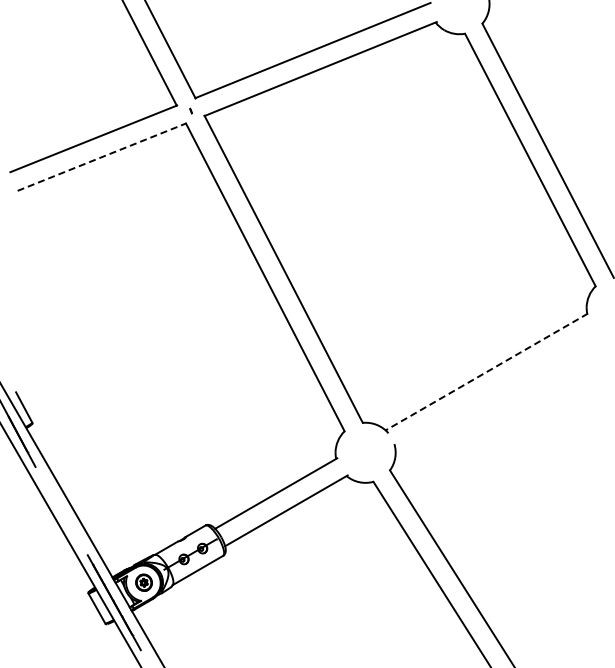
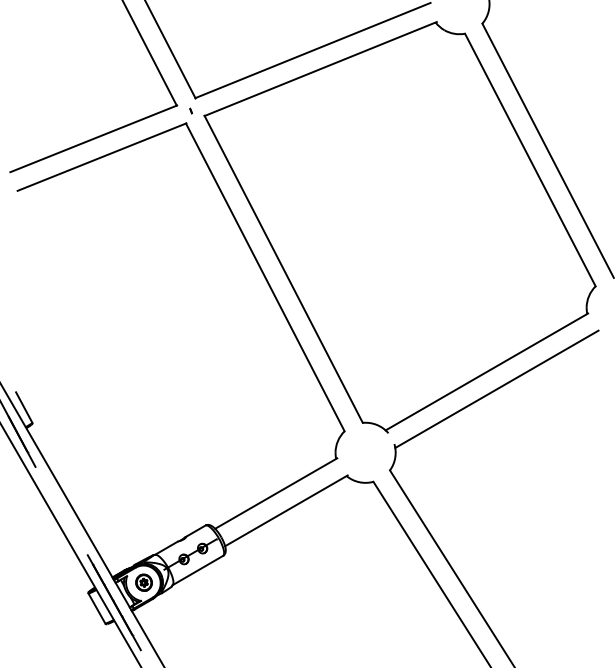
line at (102, 157): dashed -> solid
line at (486, 371): dashed -> solid
line at (496, 389): none -> present
